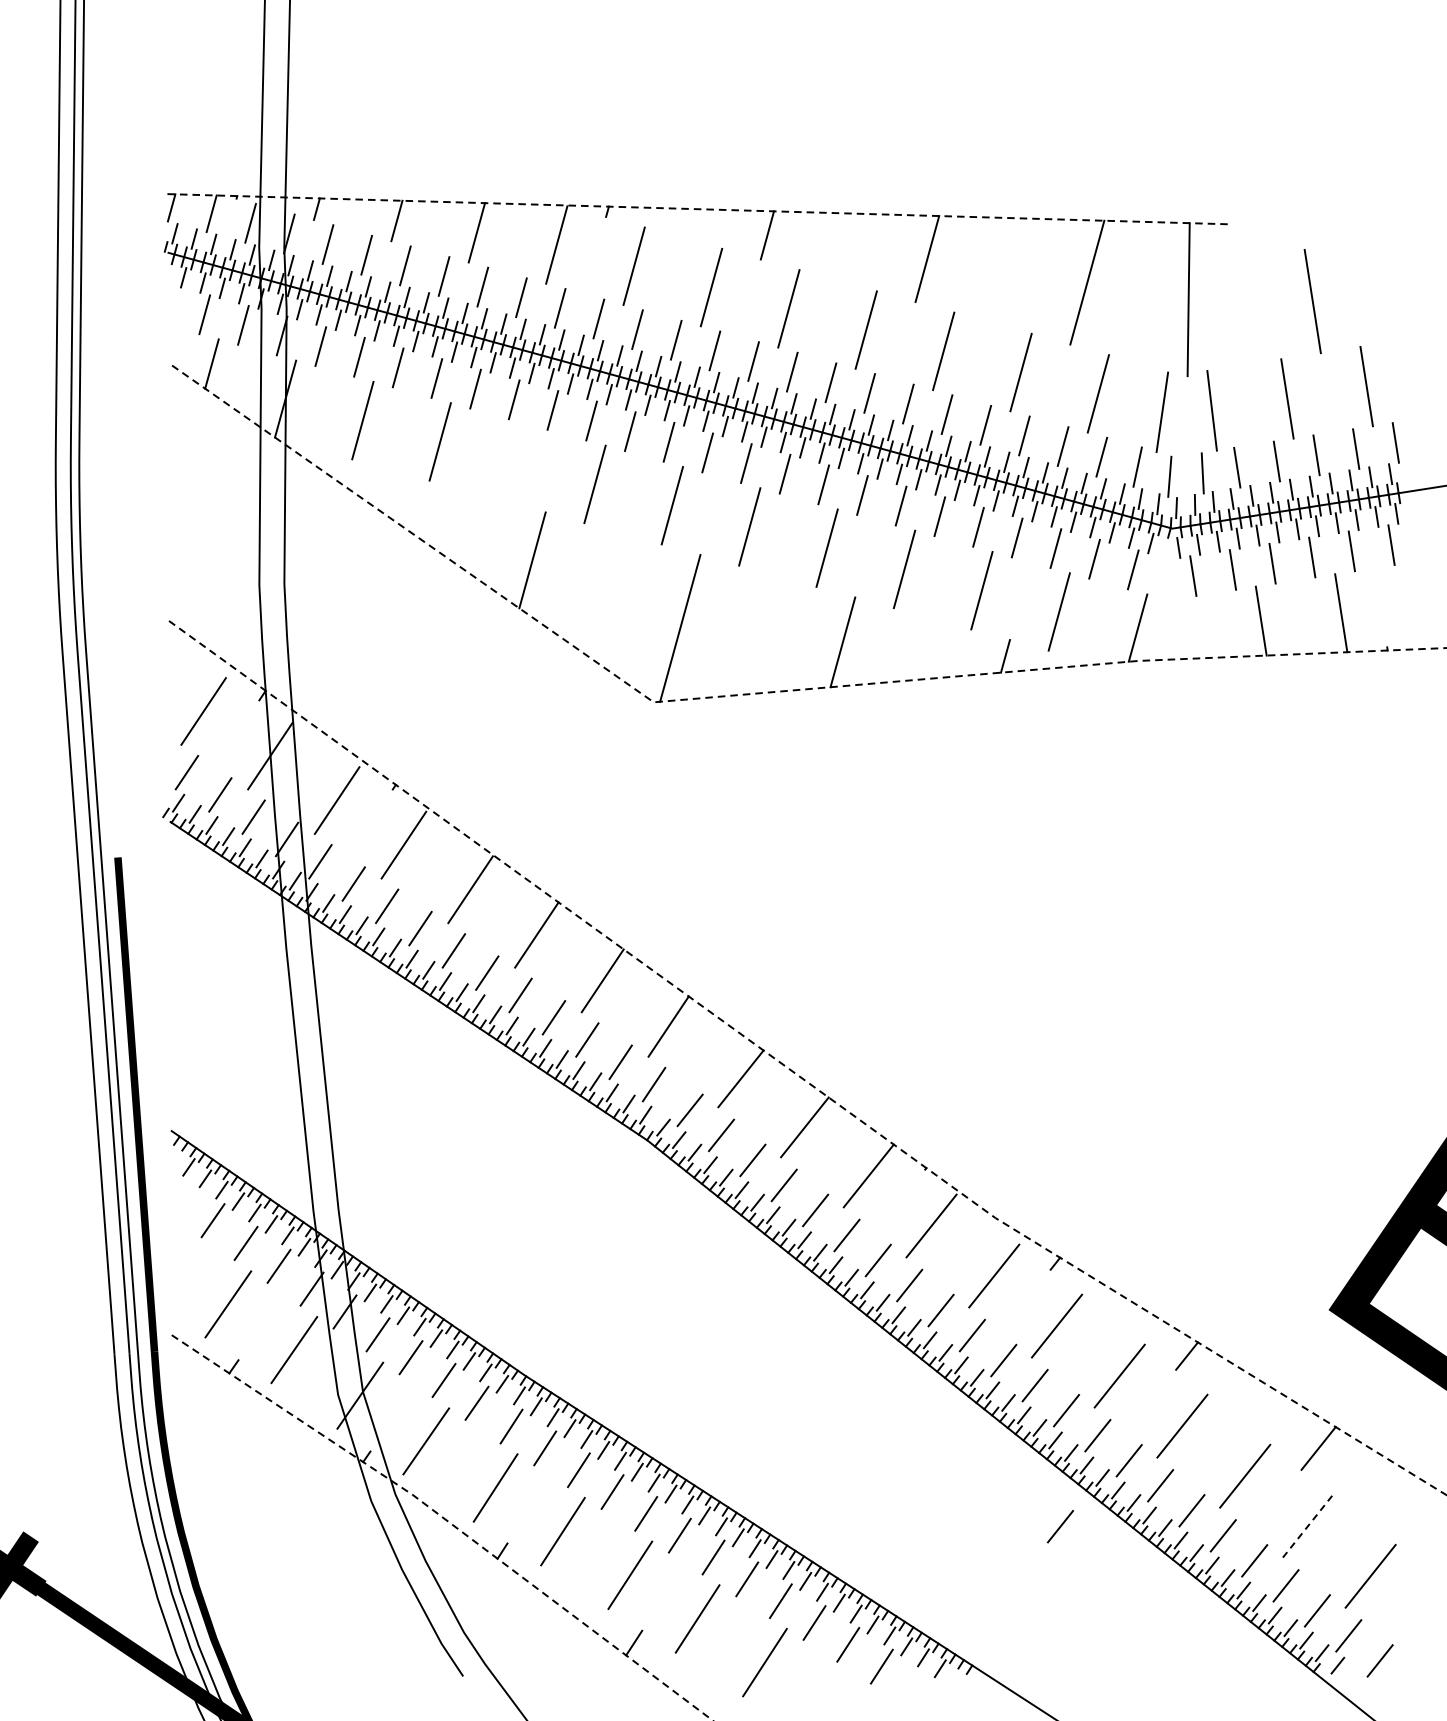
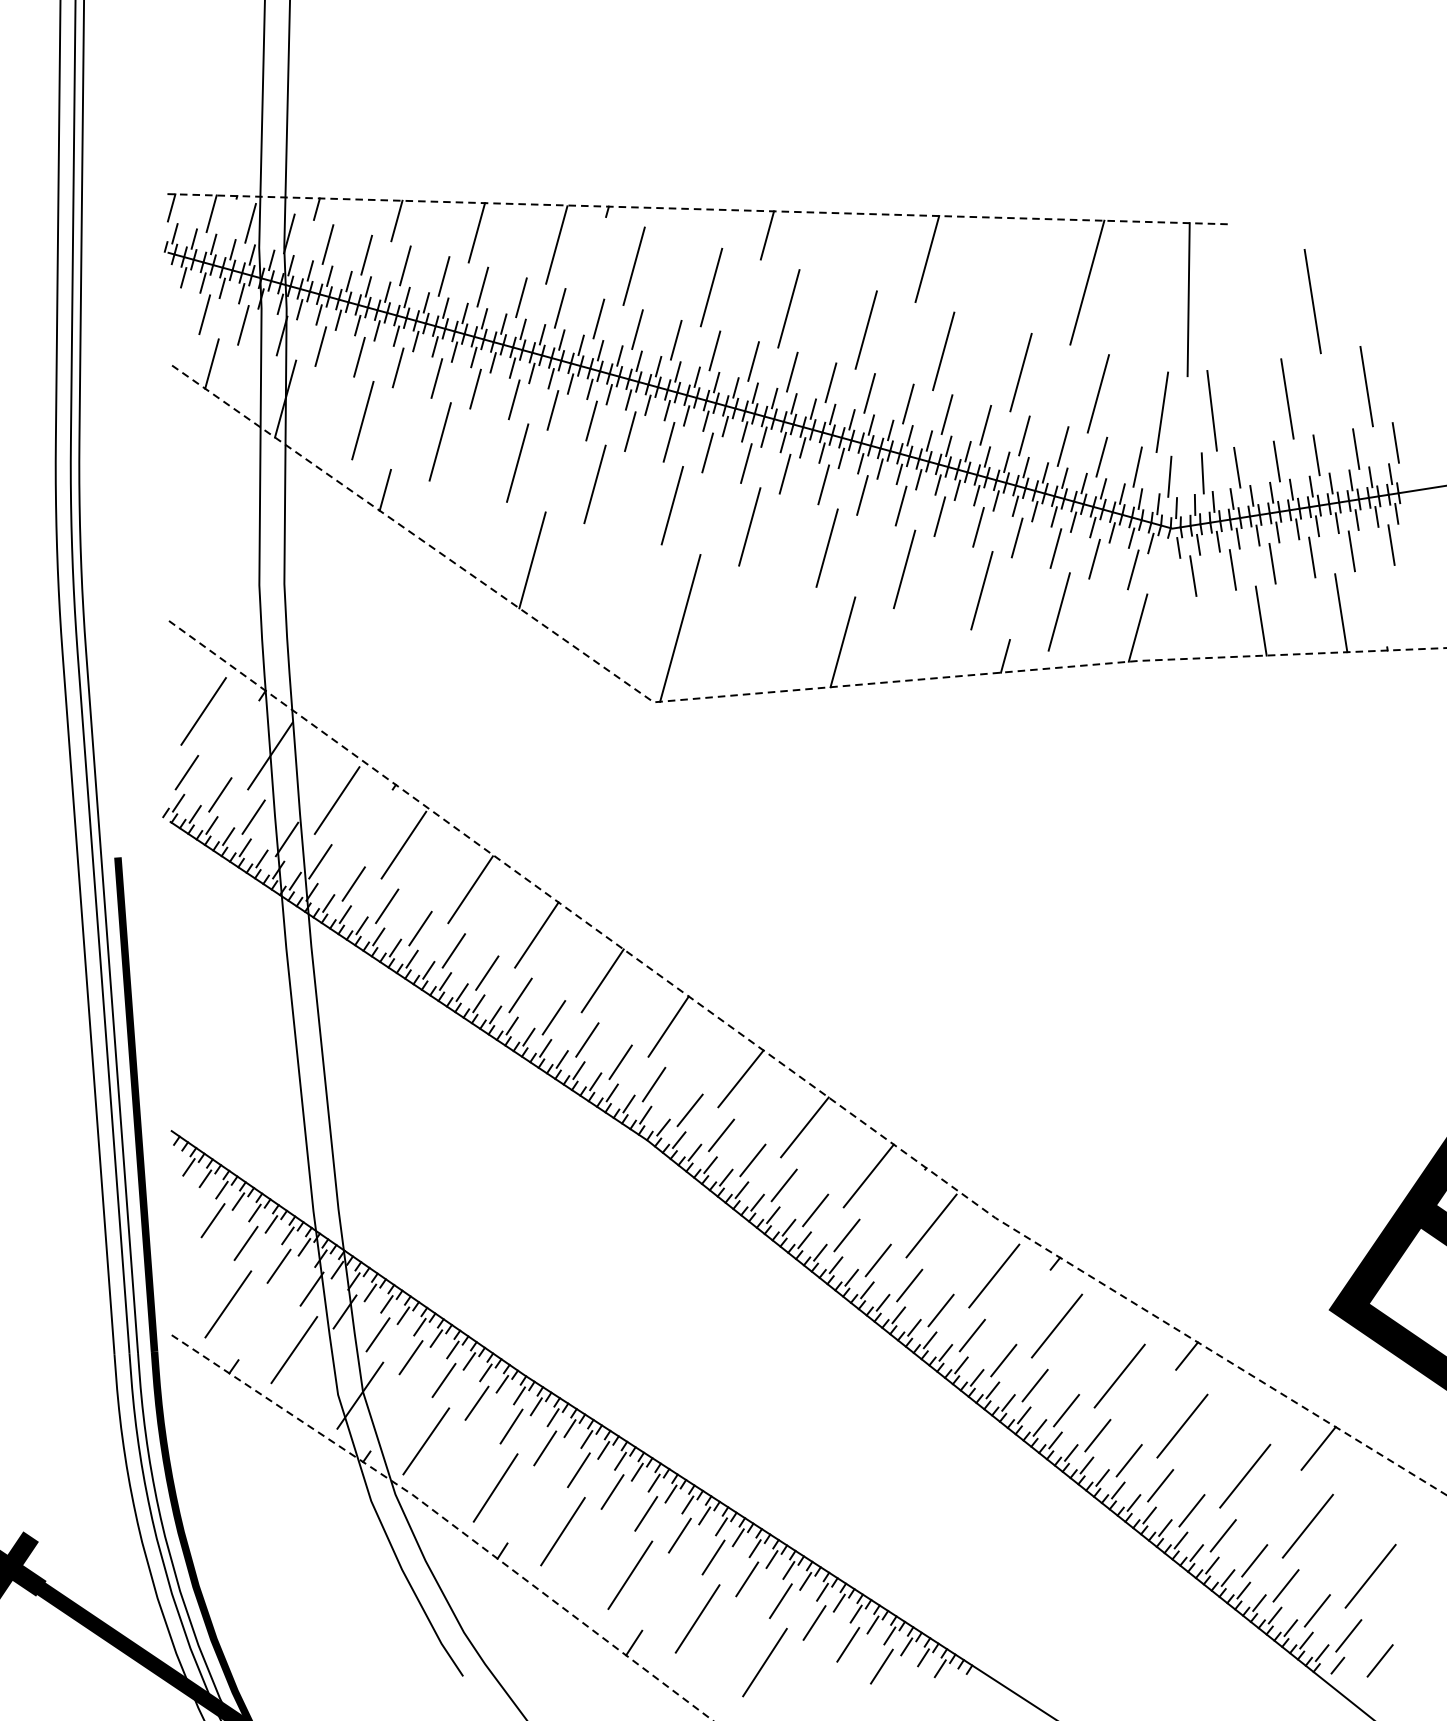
line at (517, 462): none -> present
line at (384, 489): none -> present
line at (1308, 1525): dashed -> solid
line at (1060, 1526): present -> none
